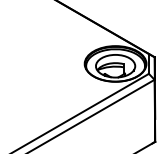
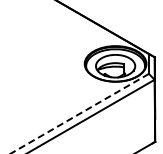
line at (79, 113): solid -> dashed
